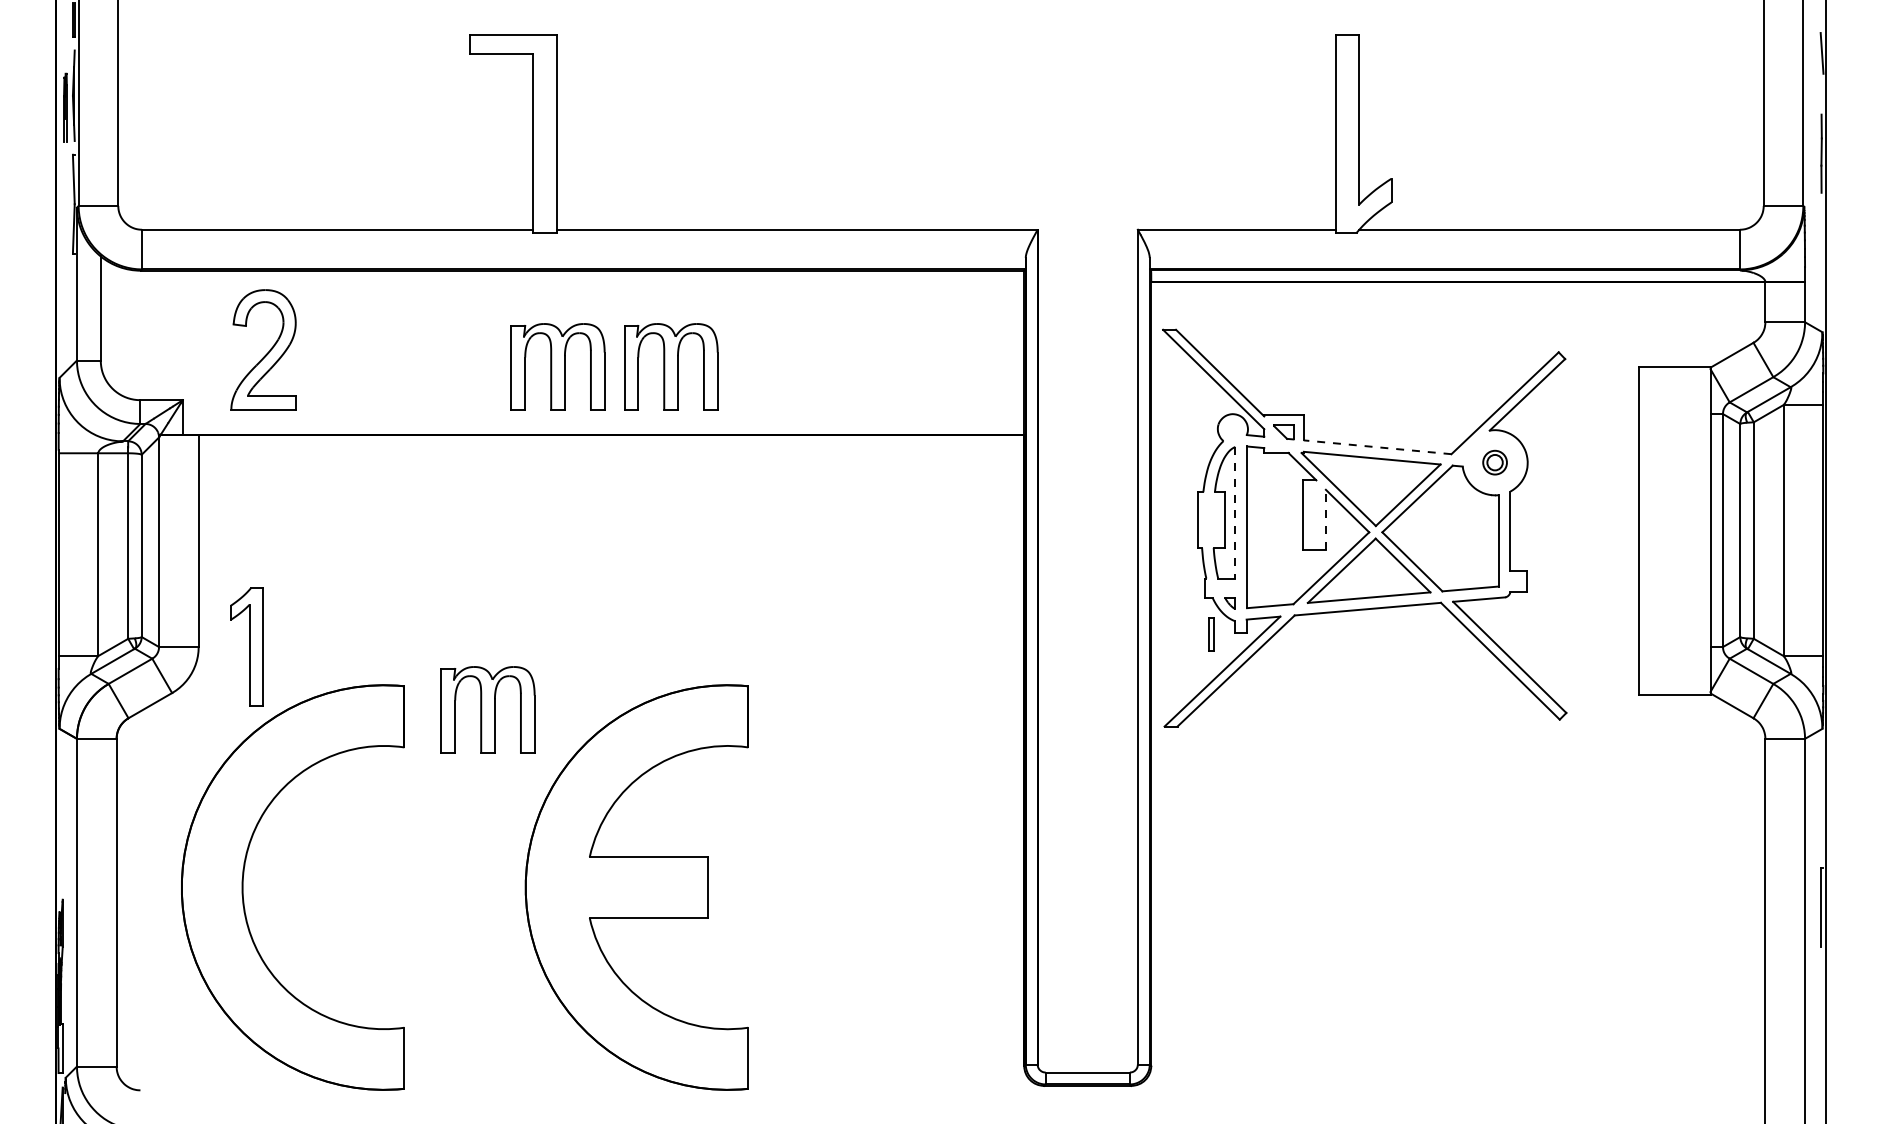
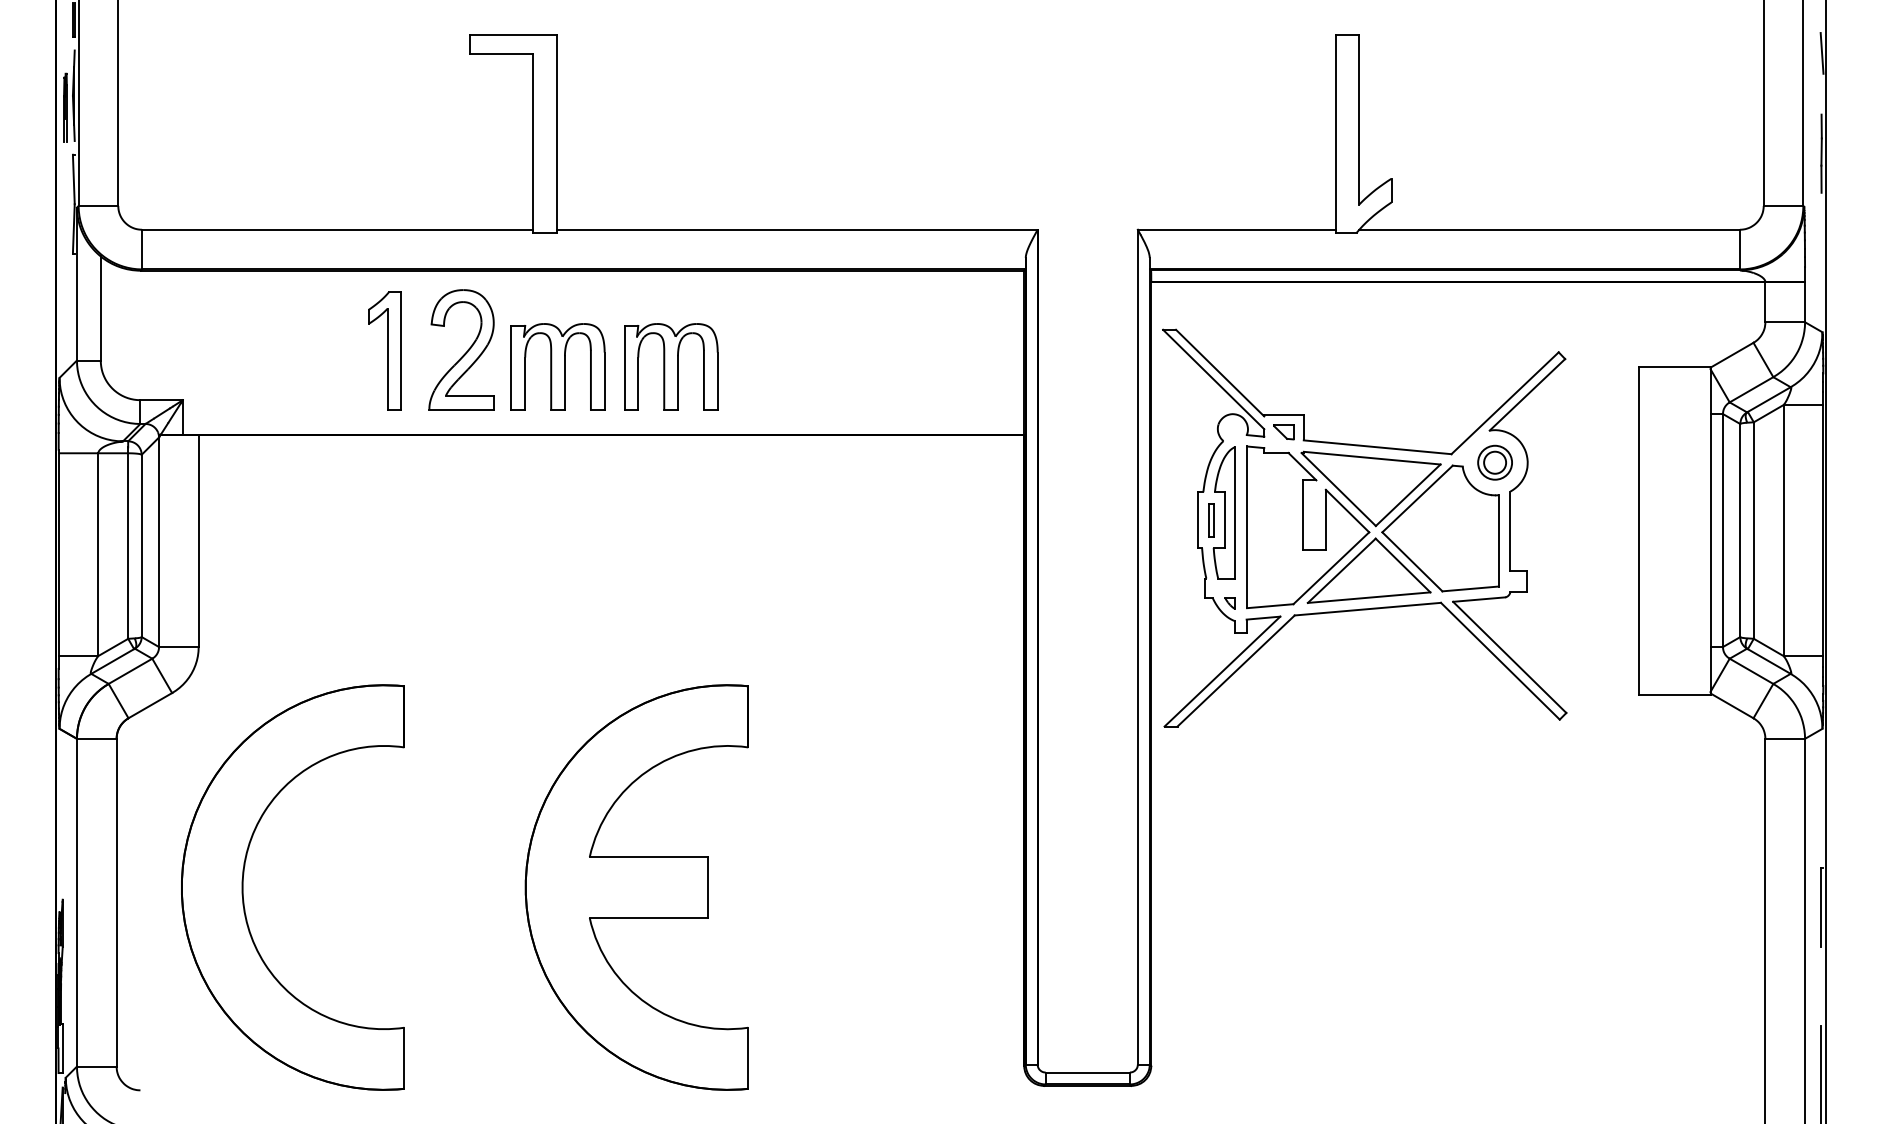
part at (263, 349) position: (263, 349) -> (461, 349)
line at (1377, 447): dashed -> solid
part at (1494, 462) size: 26x27 px -> 36x37 px
line at (1235, 512): dashed -> solid
line at (1325, 519): dashed -> solid
part at (1211, 634) position: (1211, 634) -> (1211, 520)
part at (246, 646) position: (246, 646) -> (384, 350)
part at (487, 709): present -> none
line at (1820, 1073): none -> present
